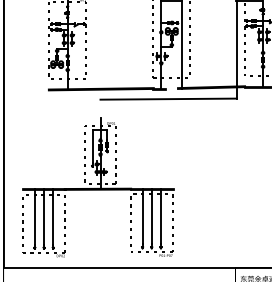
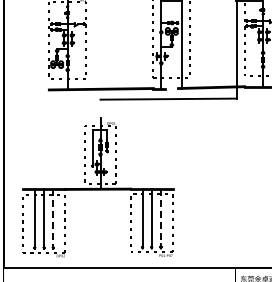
line at (160, 216): solid -> dashed
line at (53, 217): solid -> dashed
